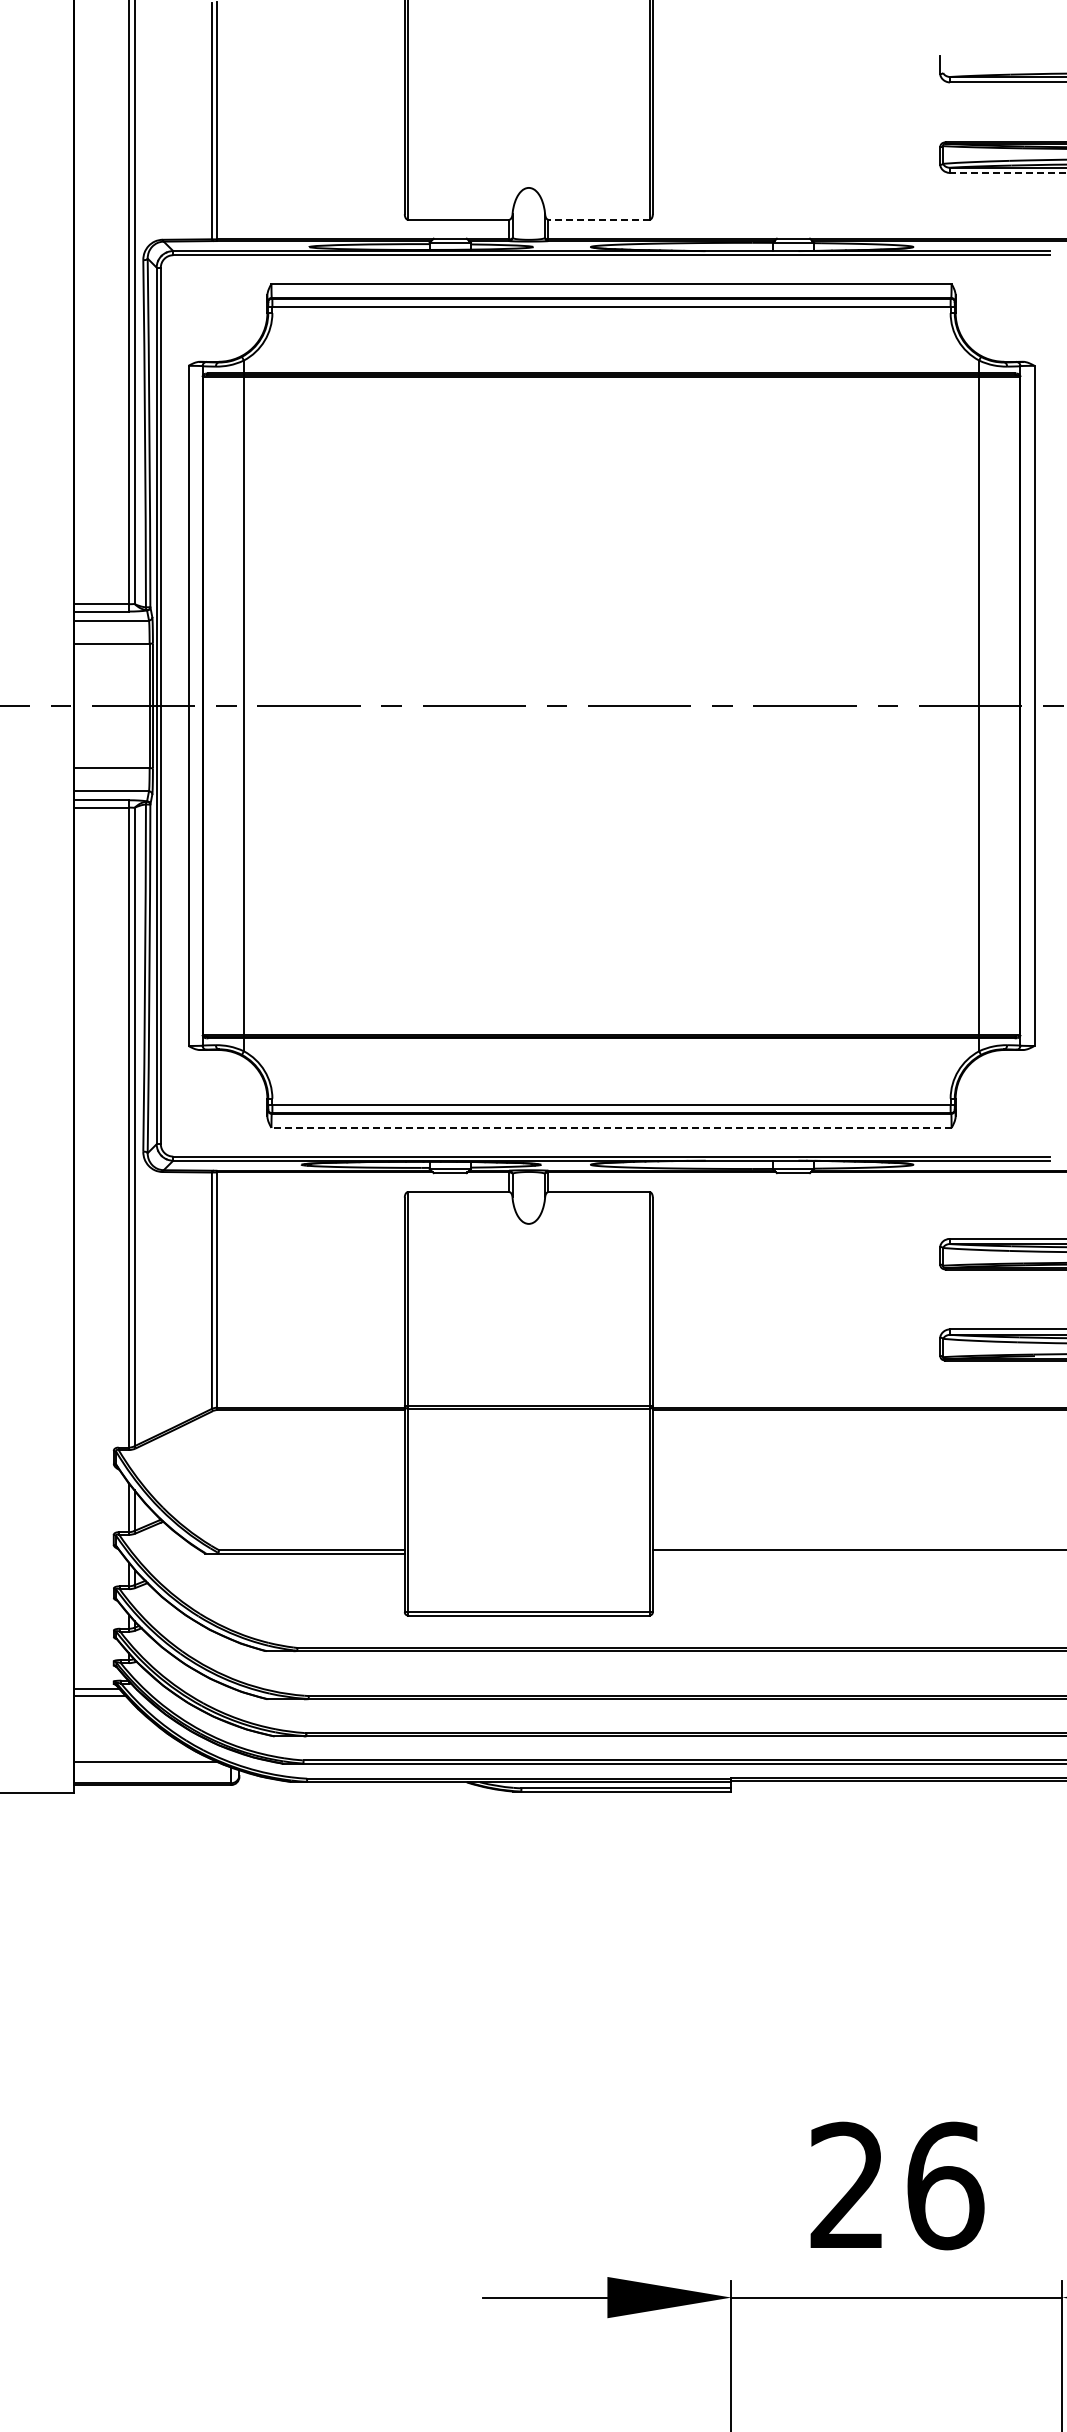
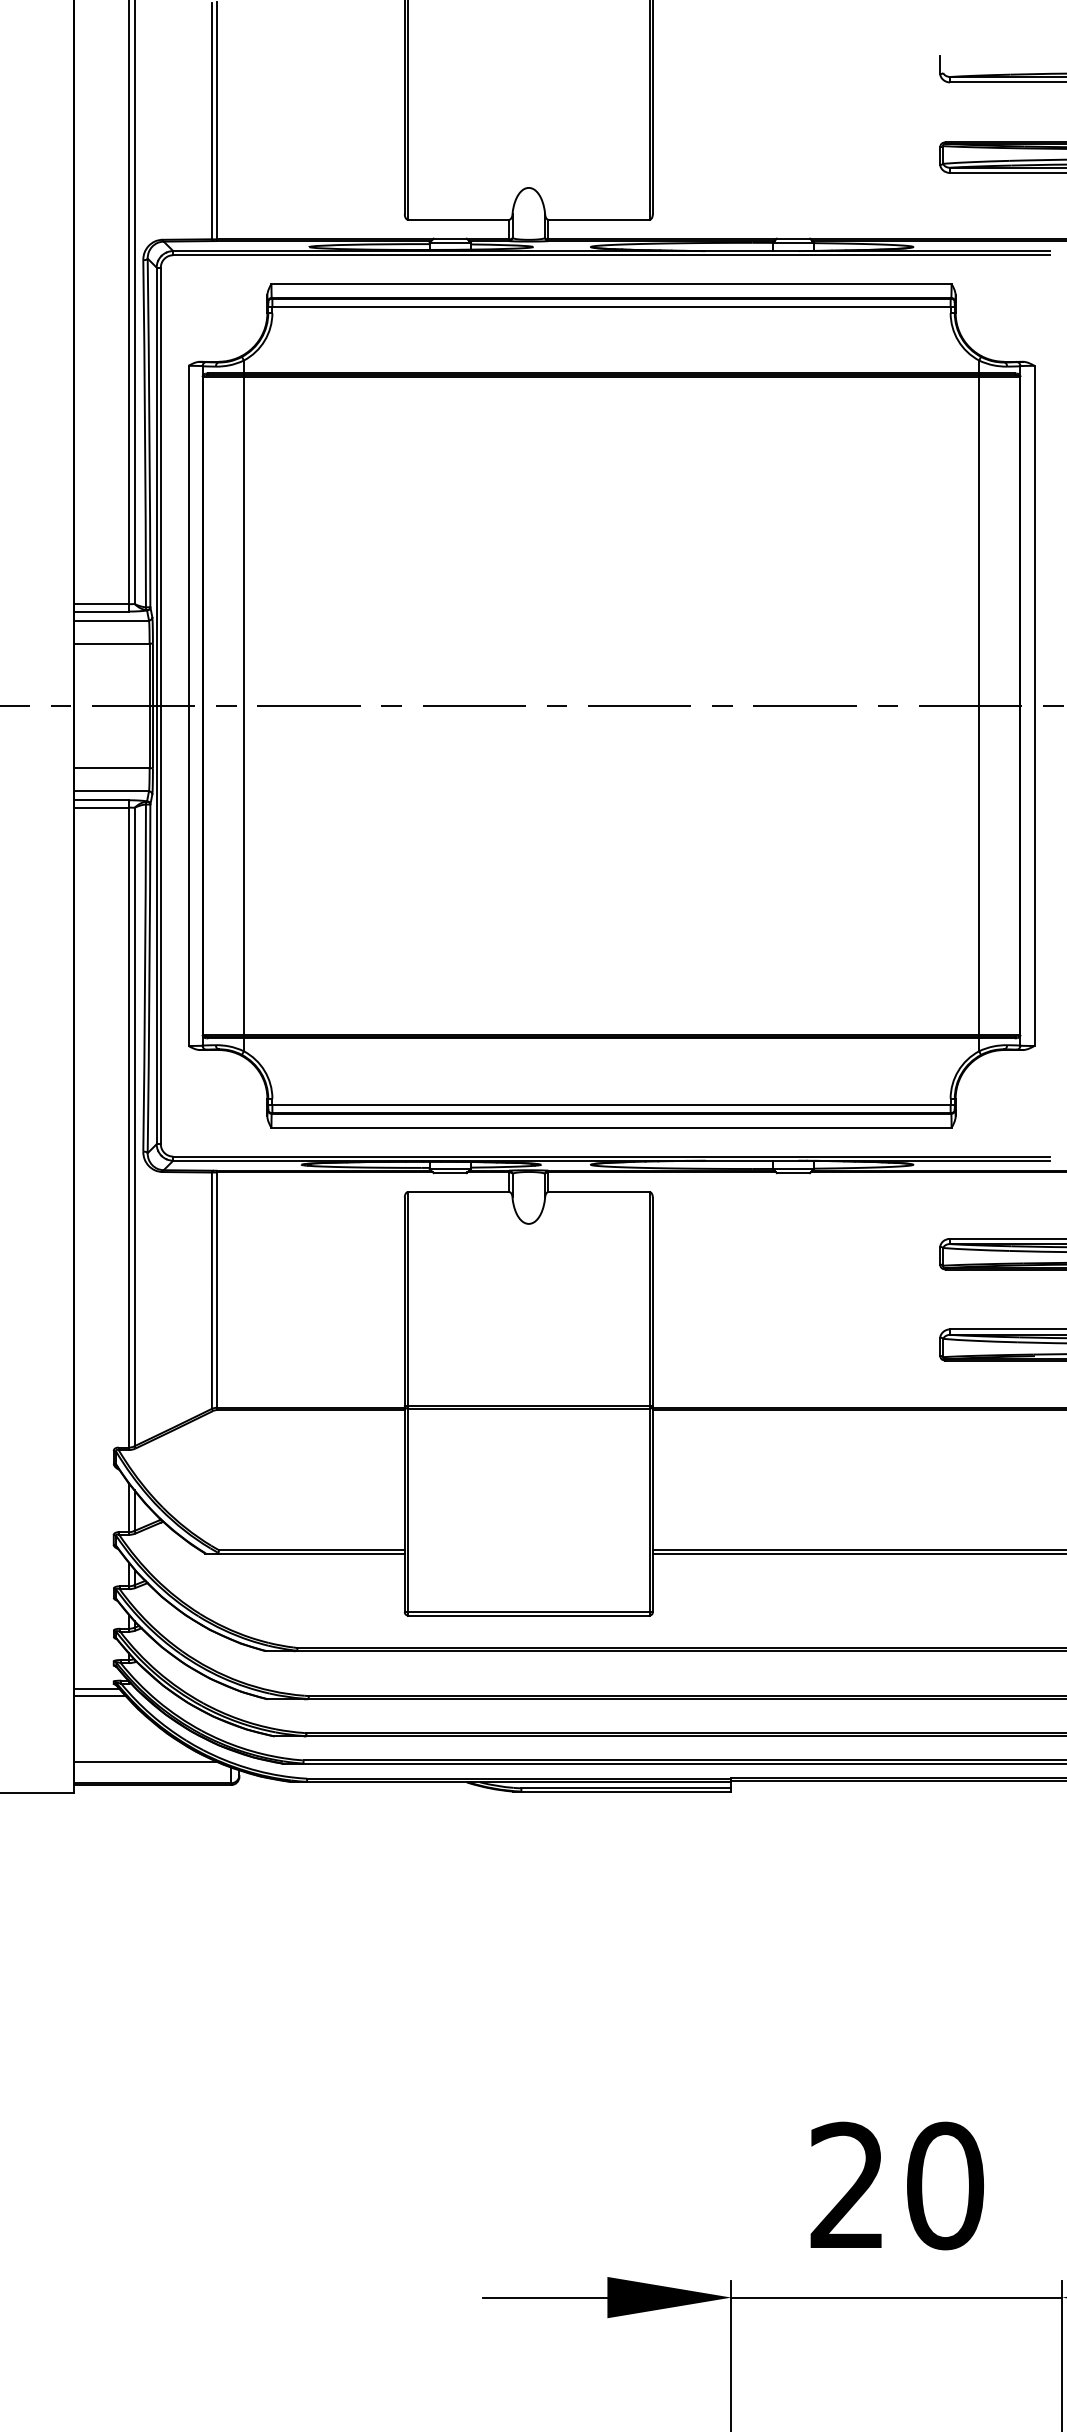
line at (1007, 172): dashed -> solid
line at (598, 219): dashed -> solid
line at (611, 1127): dashed -> solid
line at (857, 1553): none -> present
text at (945, 2185): 26 -> 20
